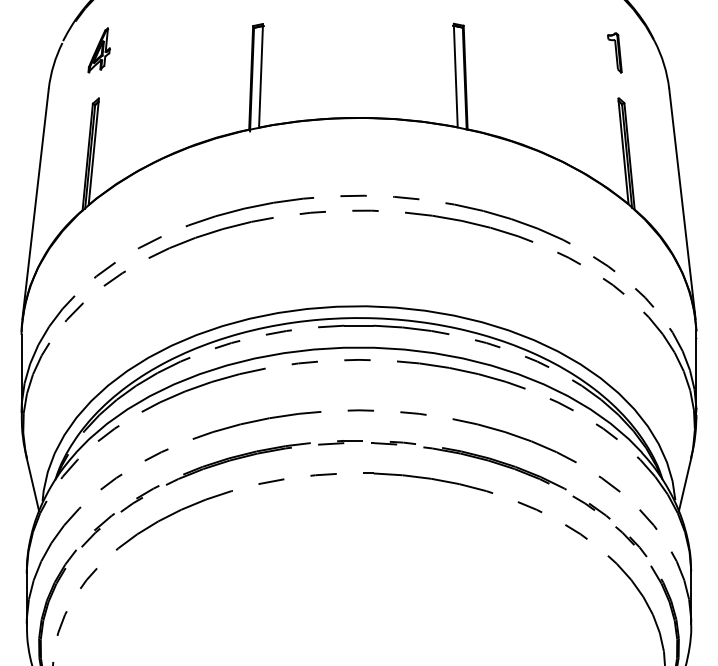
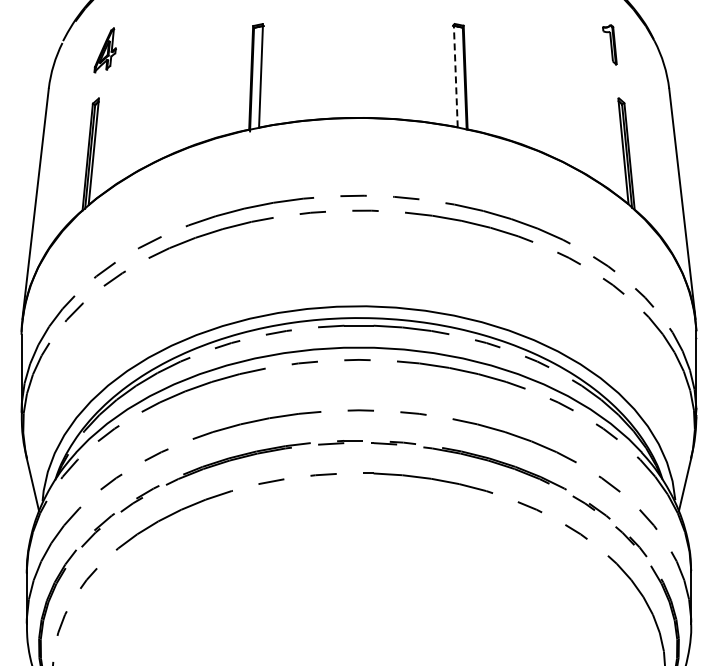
part at (98, 50) position: (98, 50) -> (104, 50)
part at (614, 52) position: (614, 52) -> (609, 44)
line at (455, 75): solid -> dashed
